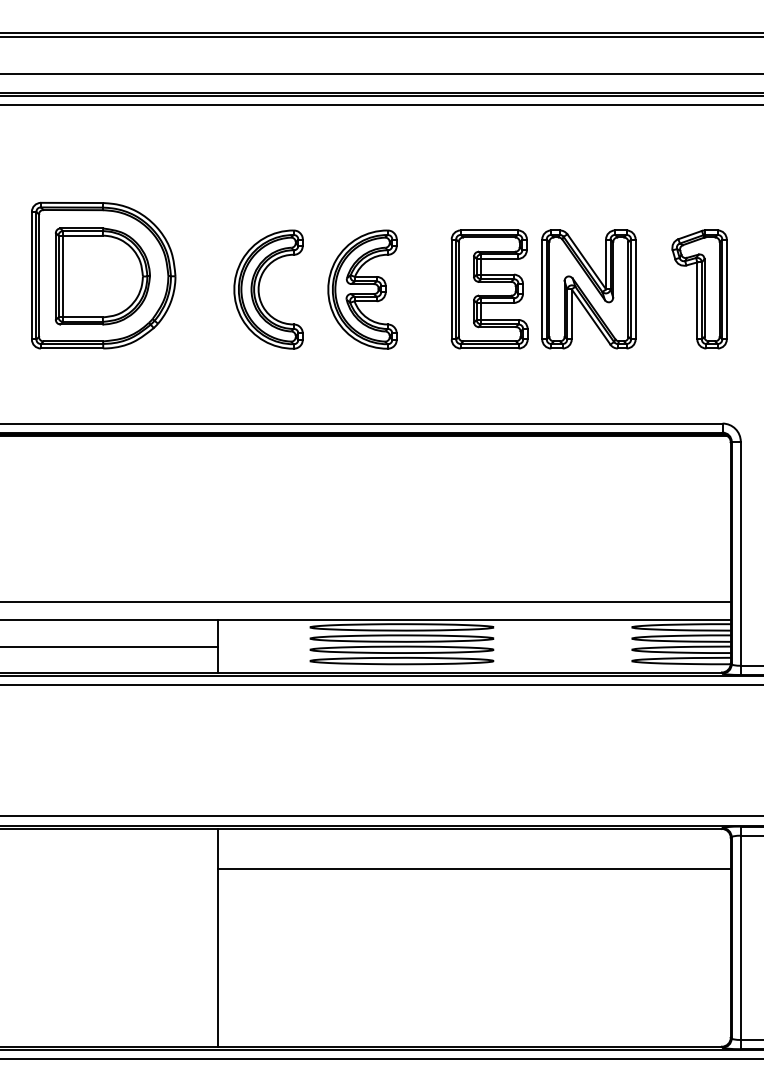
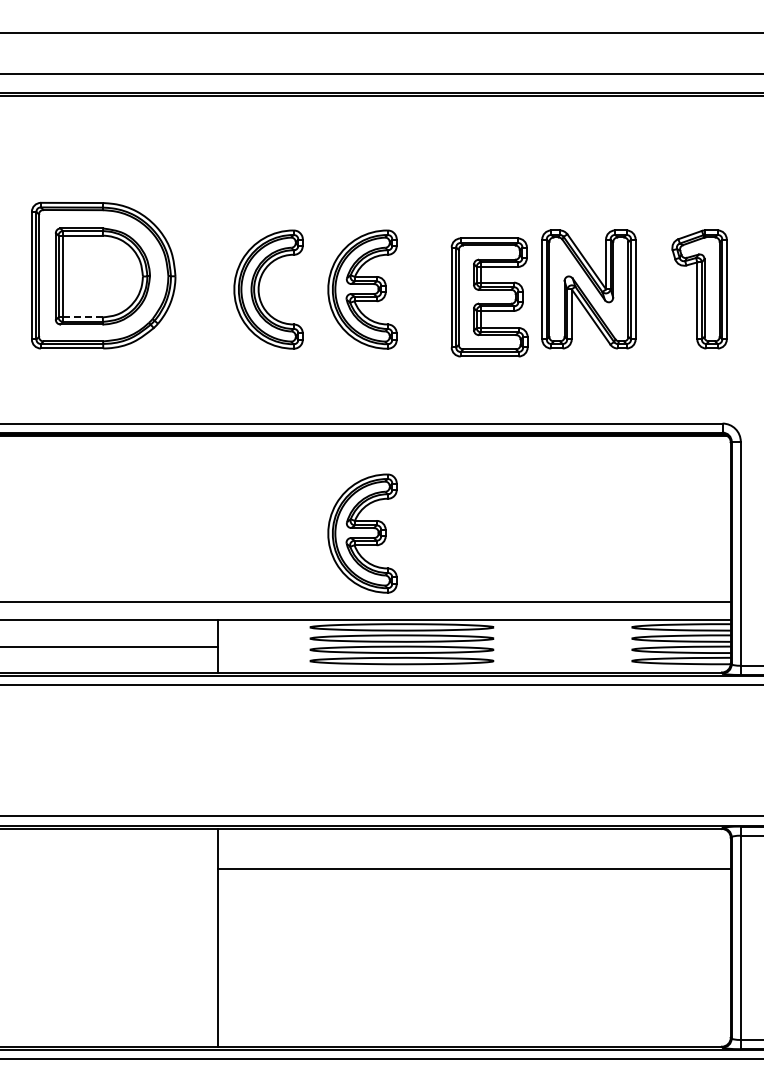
line at (381, 37): present -> none
line at (381, 104): present -> none
part at (489, 289) position: (489, 289) -> (489, 297)
line at (82, 317): solid -> dashed
part at (362, 533): none -> present
